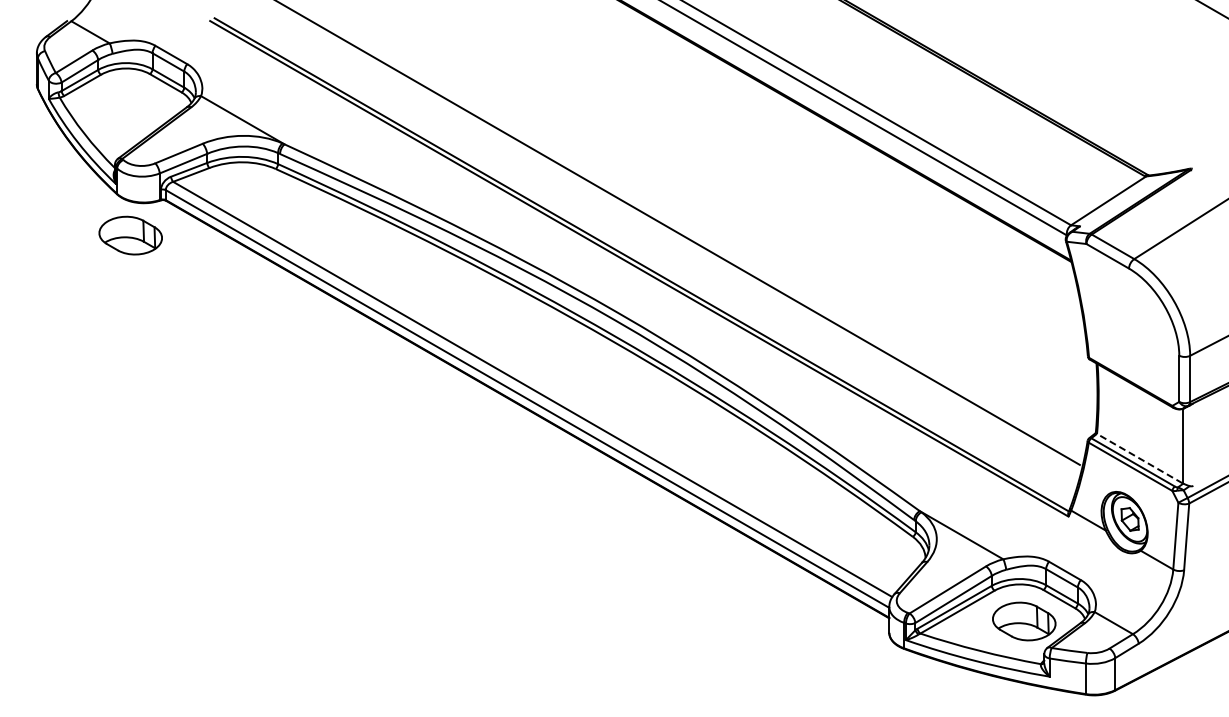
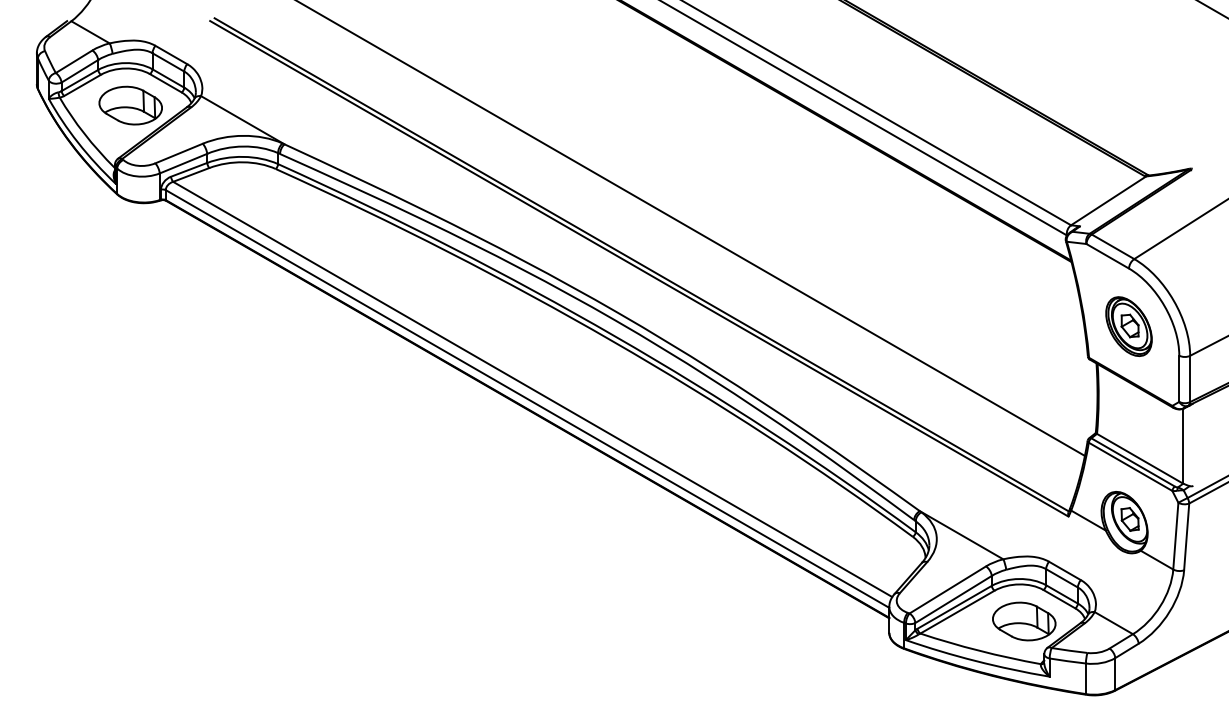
line at (678, 233) position: (678, 233) -> (691, 228)
part at (130, 235) position: (130, 235) -> (130, 105)
part at (1128, 326): none -> present
line at (1139, 458): dashed -> solid
